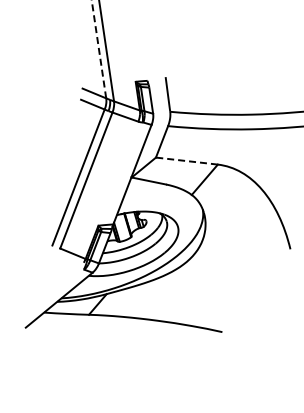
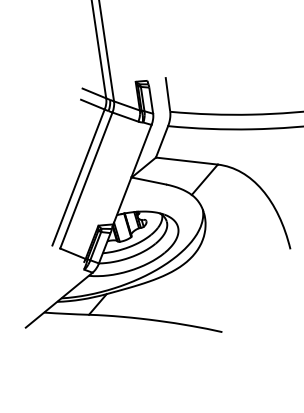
line at (98, 49): dashed -> solid
line at (186, 161): dashed -> solid
